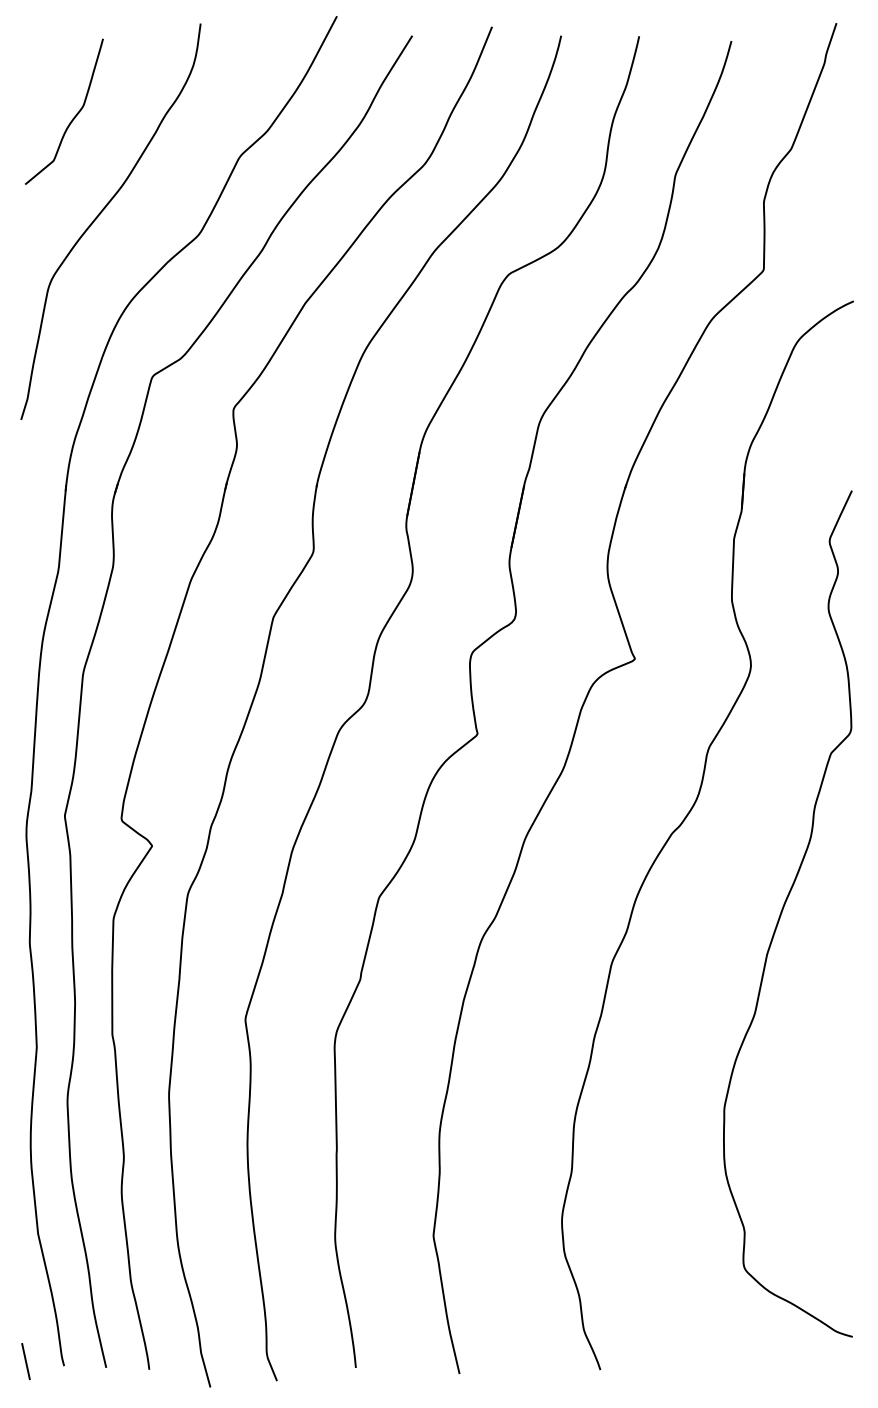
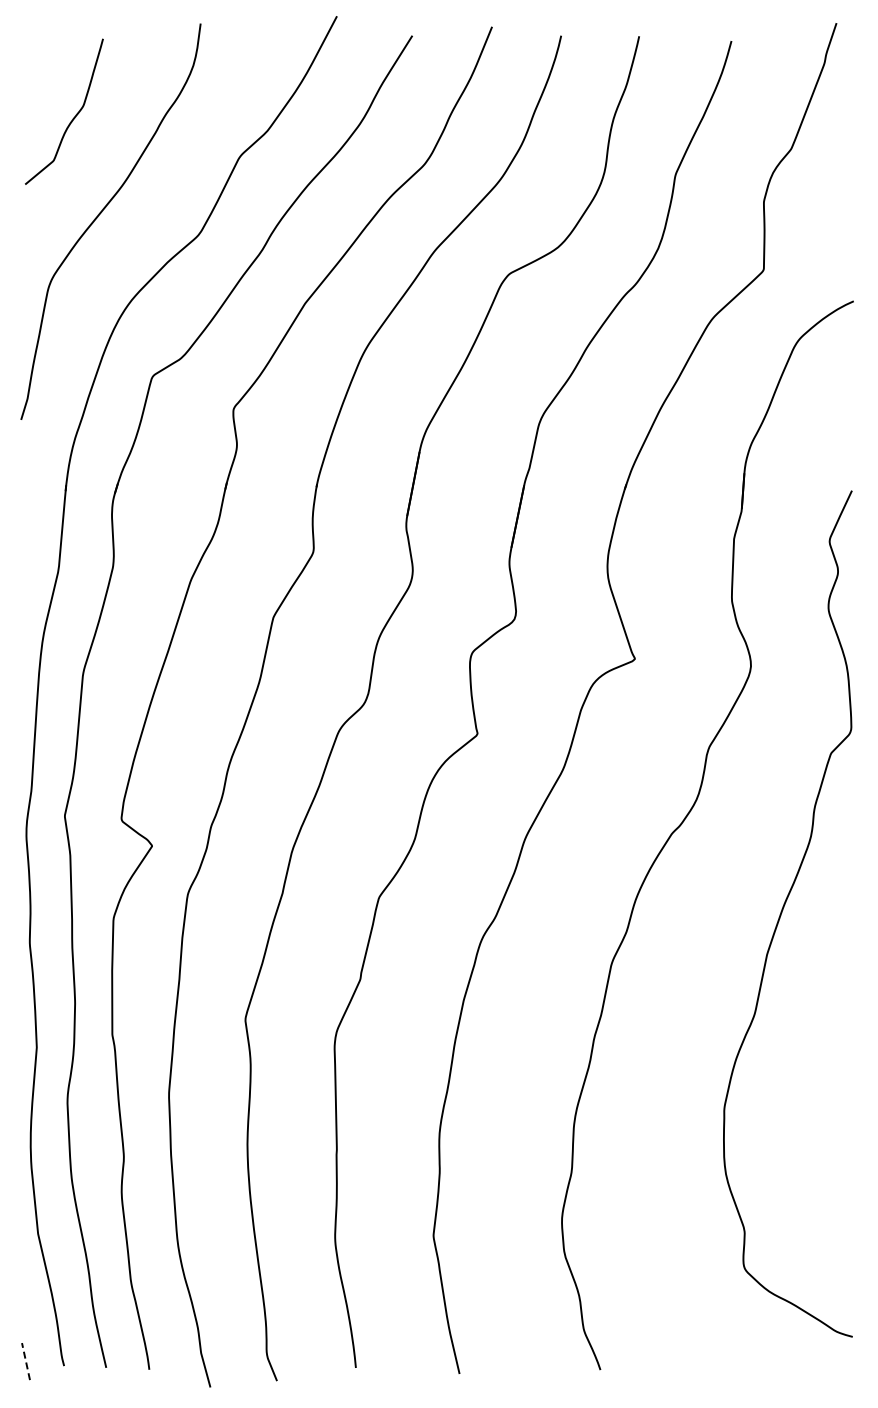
line at (26, 1361): solid -> dashed
